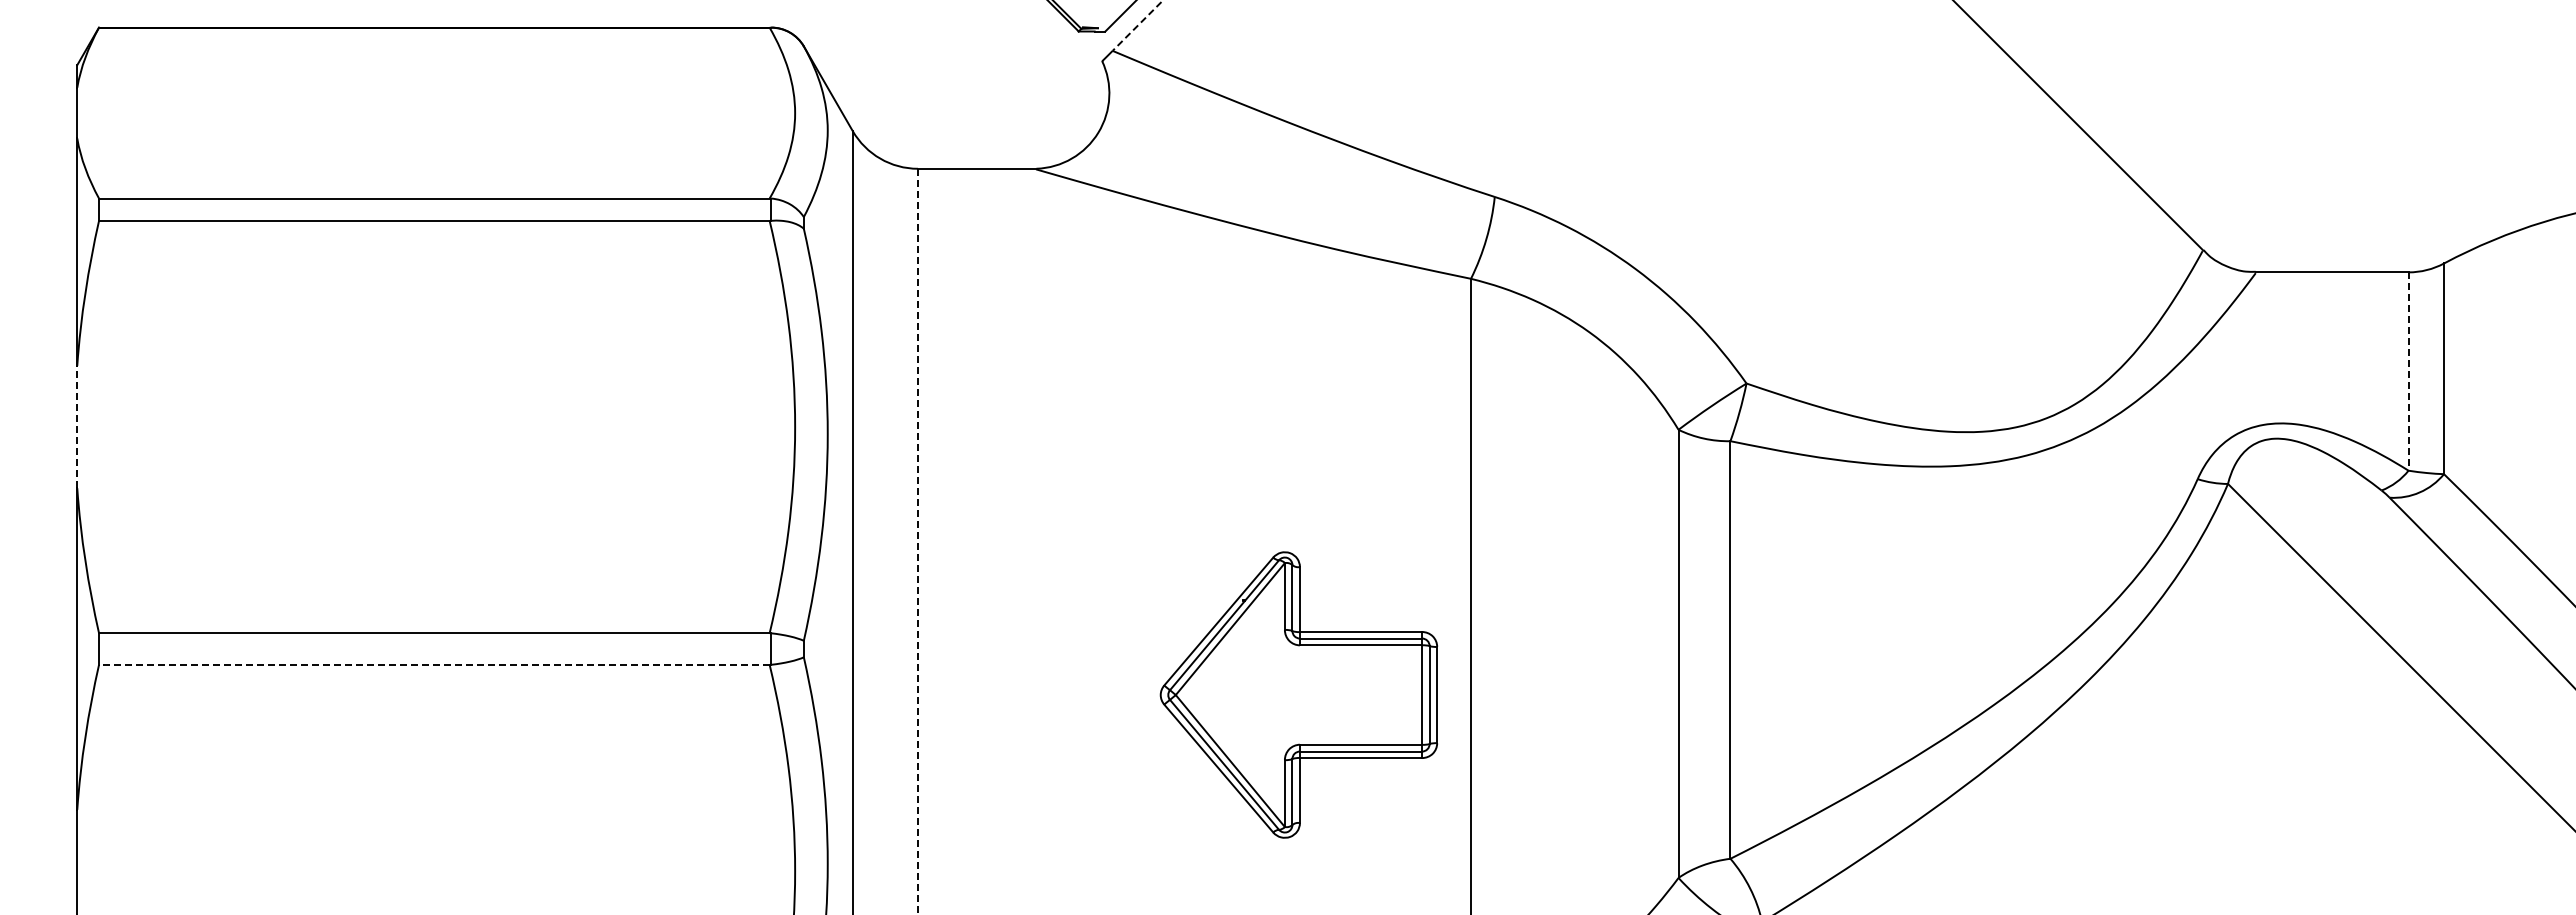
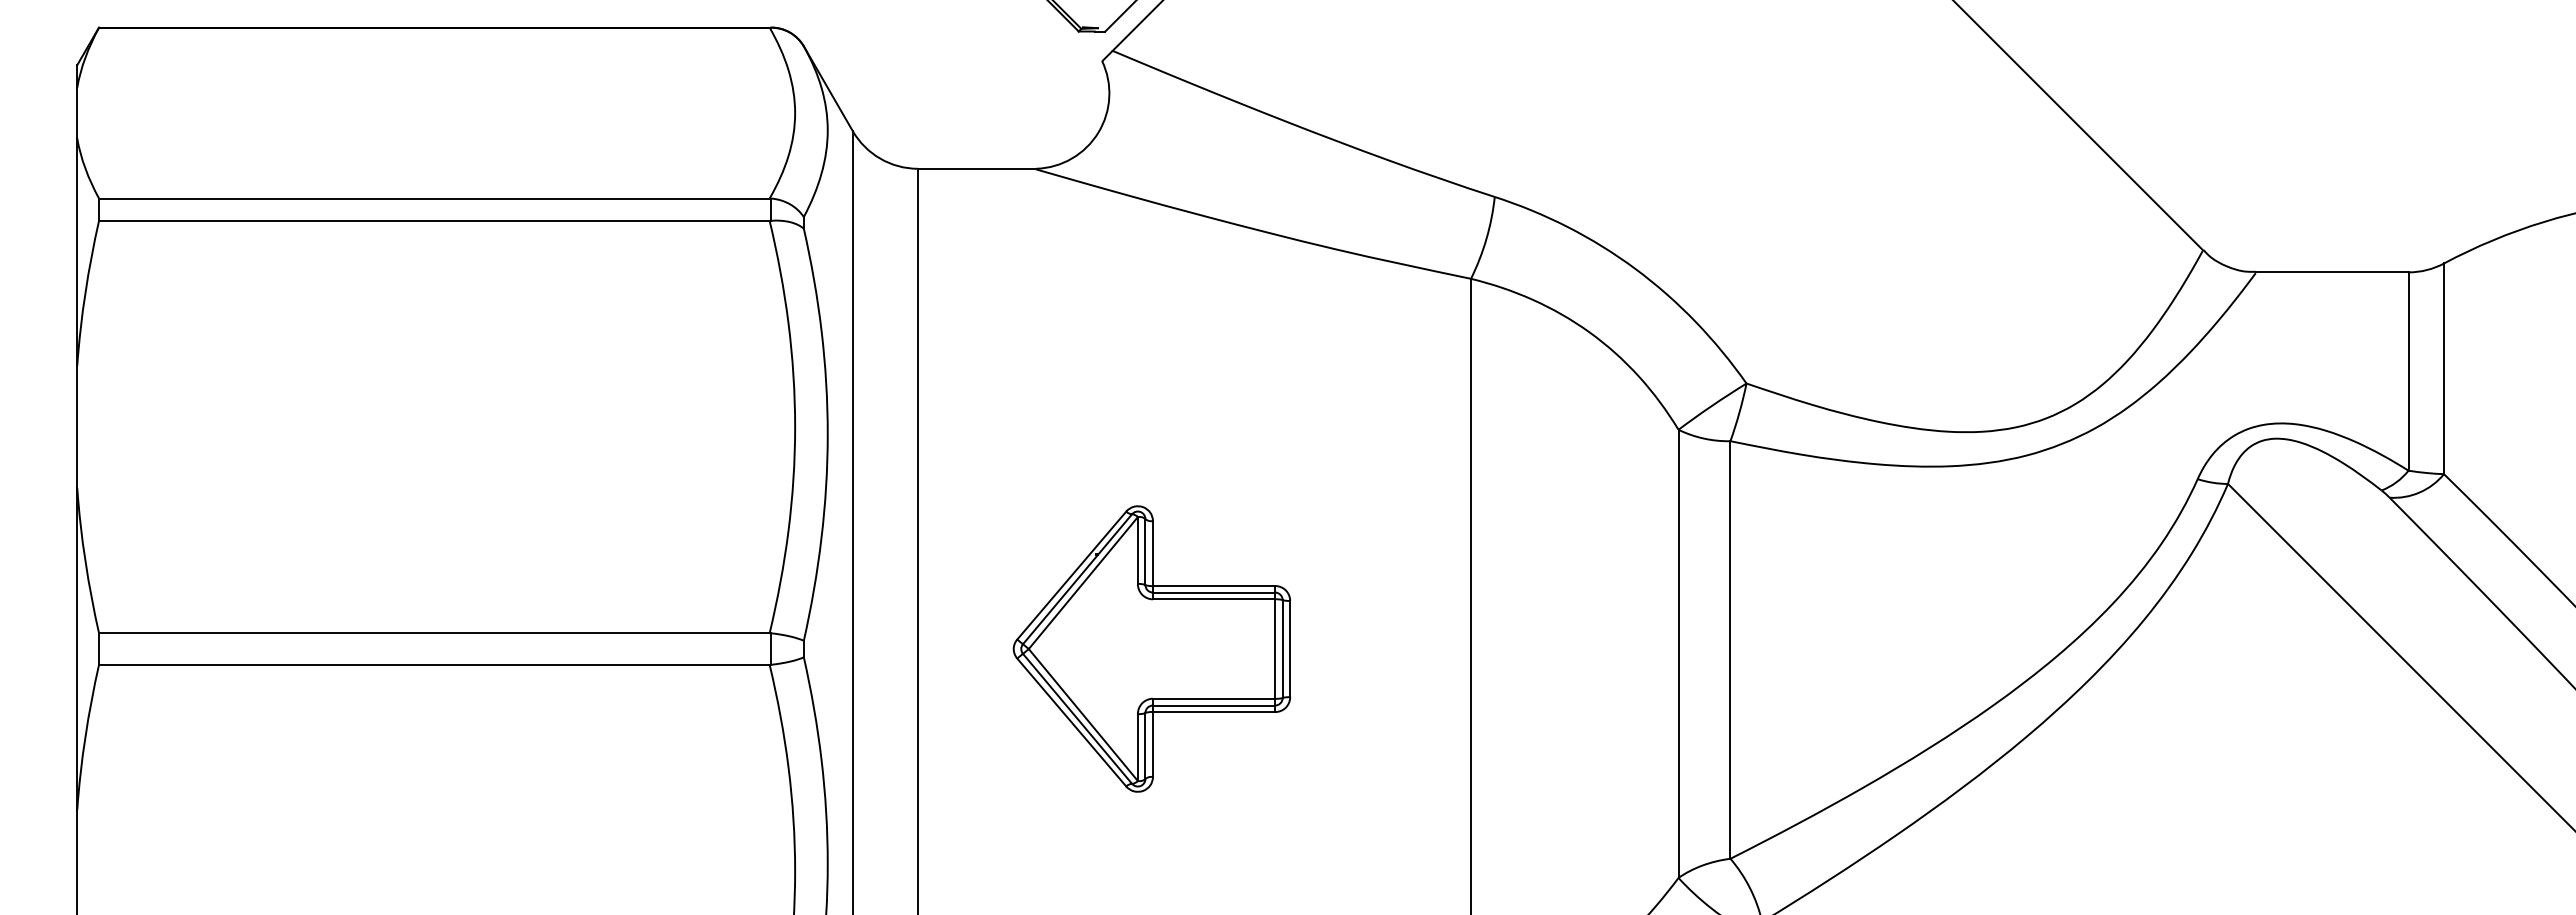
line at (1138, 25): dashed -> solid
line at (2408, 372): dashed -> solid
line at (77, 426): dashed -> solid
line at (918, 541): dashed -> solid
line at (433, 664): dashed -> solid
part at (1298, 694) position: (1298, 694) -> (1151, 648)
